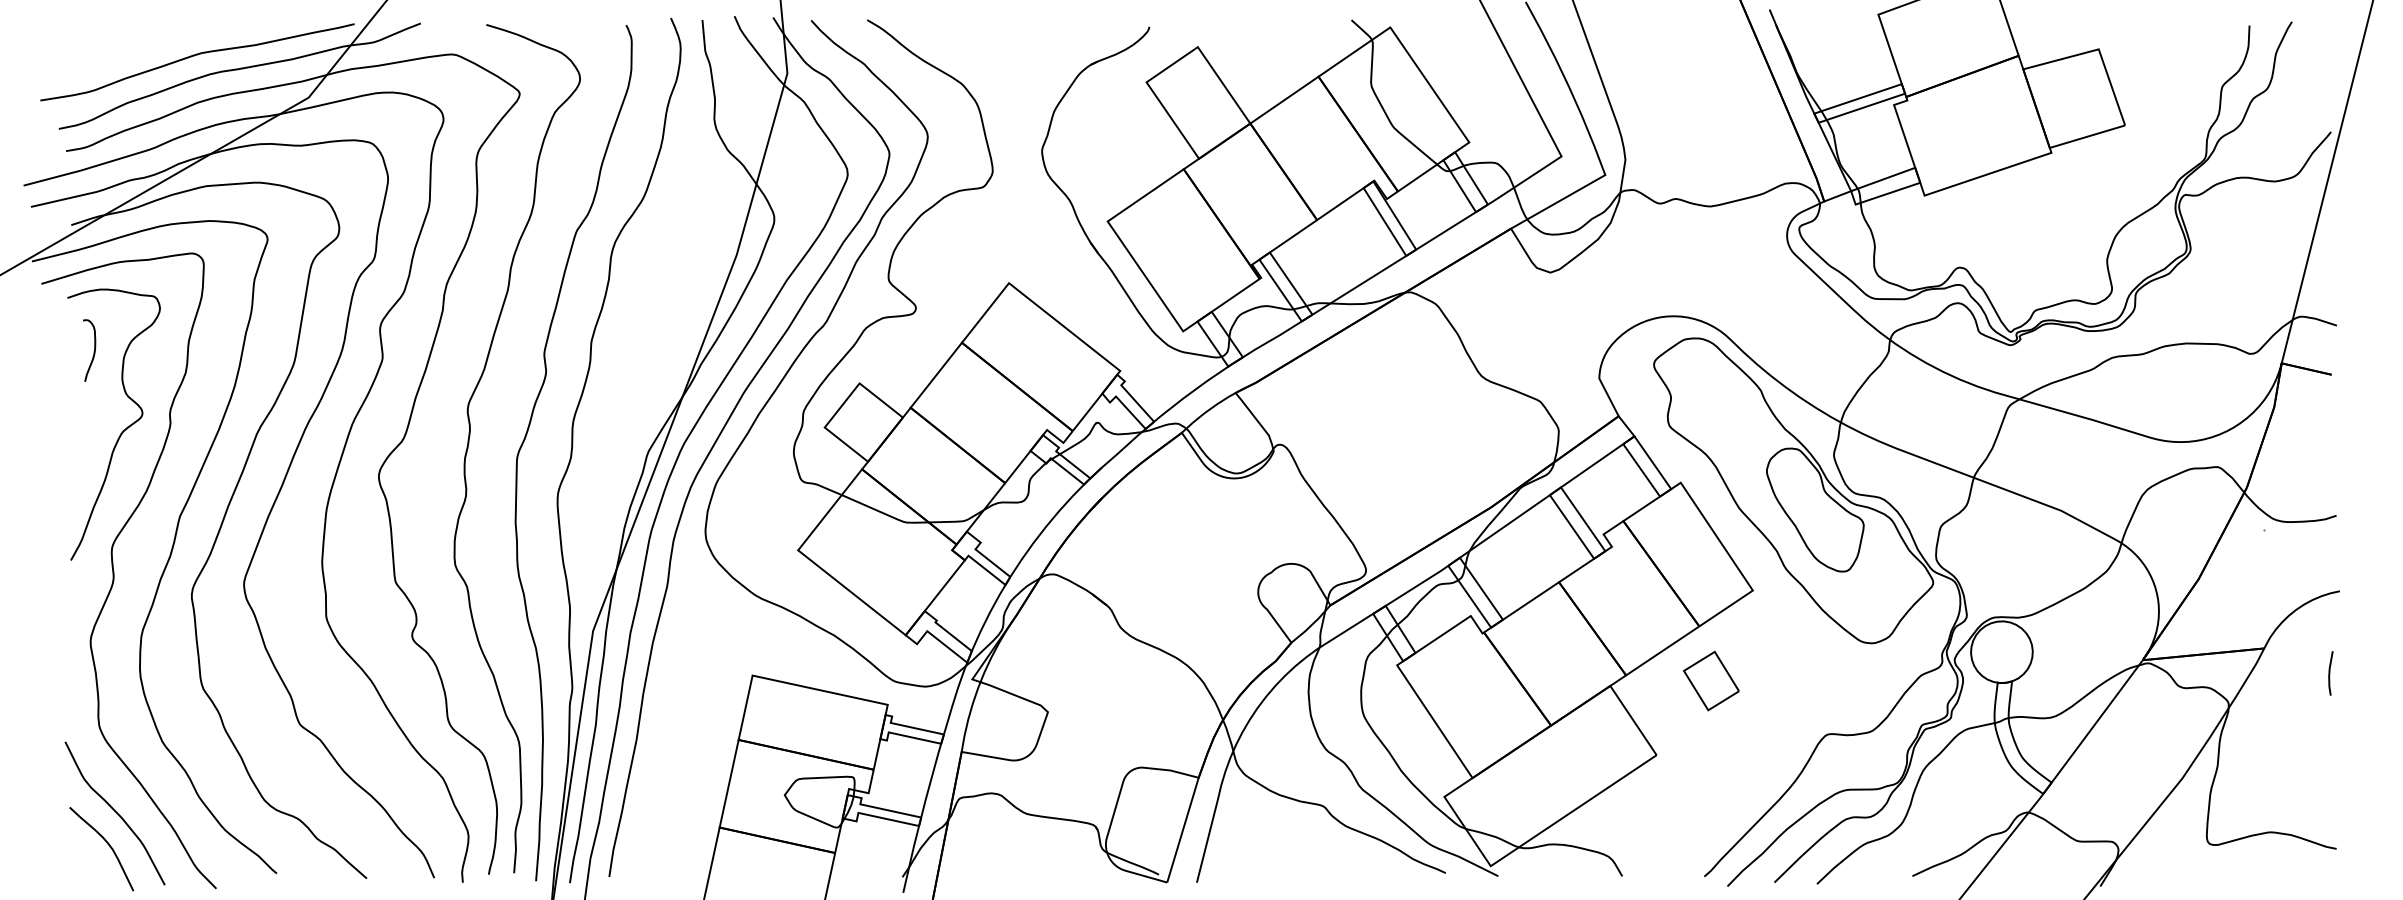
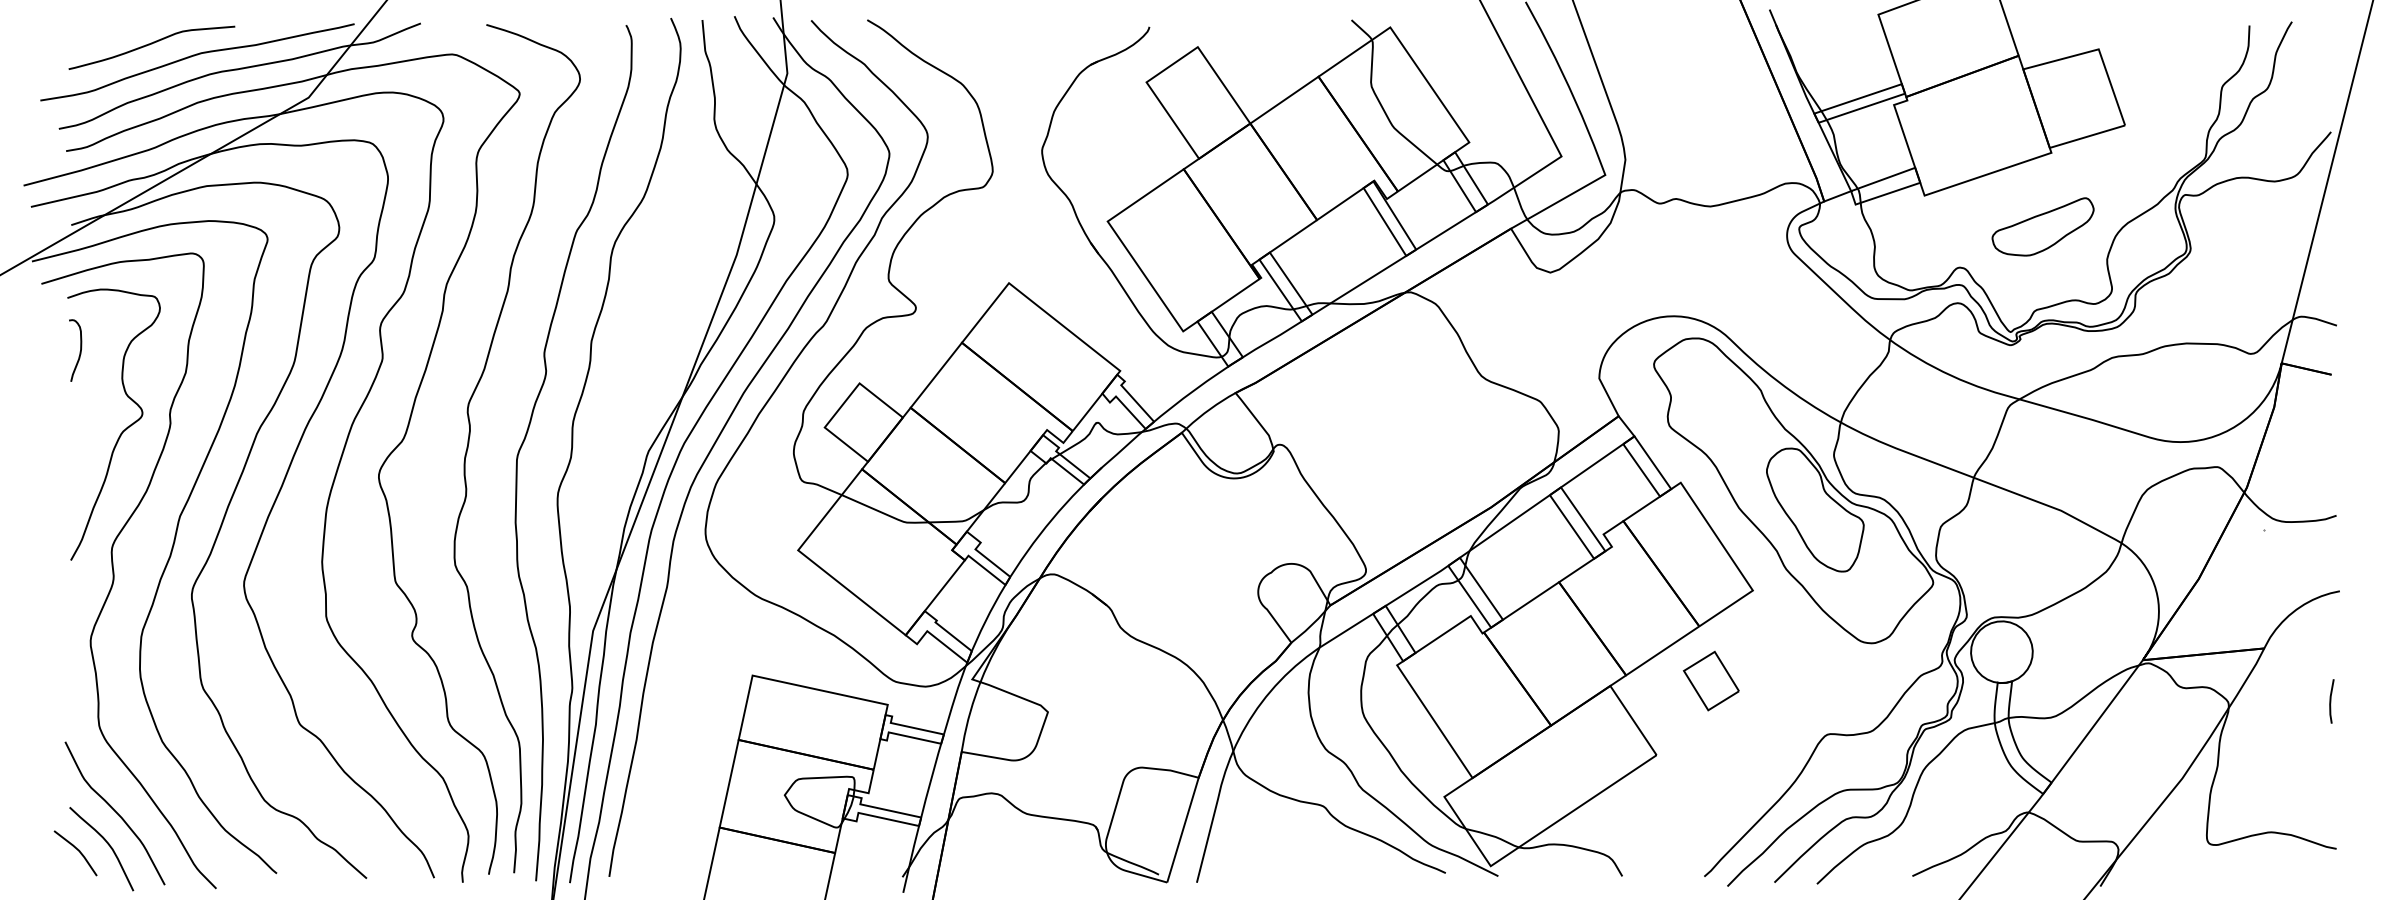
curve at (149, 45): none -> present
part at (2042, 226): none -> present
curve at (93, 351) position: (93, 351) -> (79, 351)
line at (2330, 673) position: (2330, 673) -> (2331, 701)
line at (77, 850): none -> present
